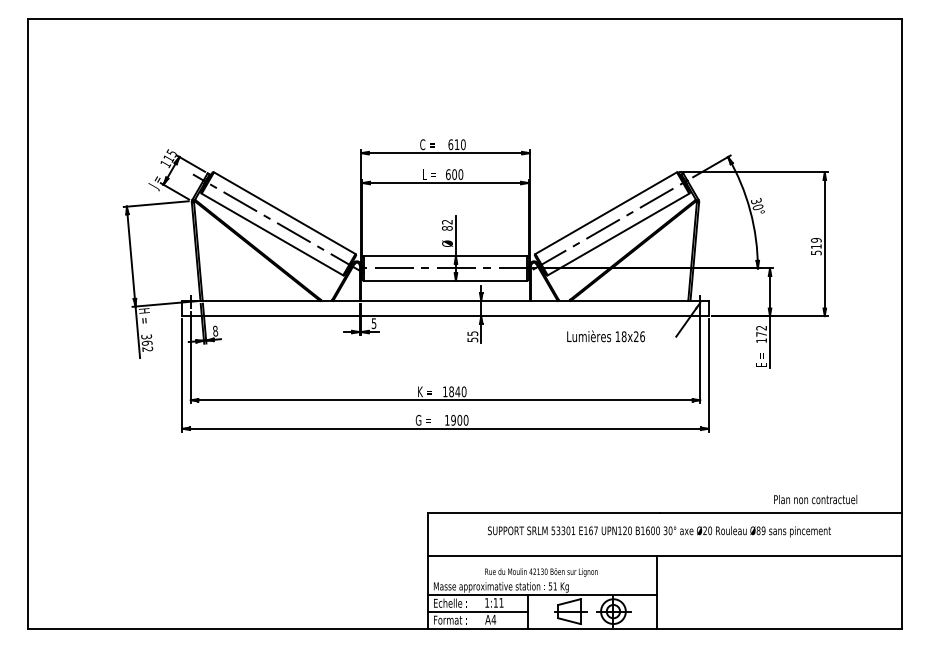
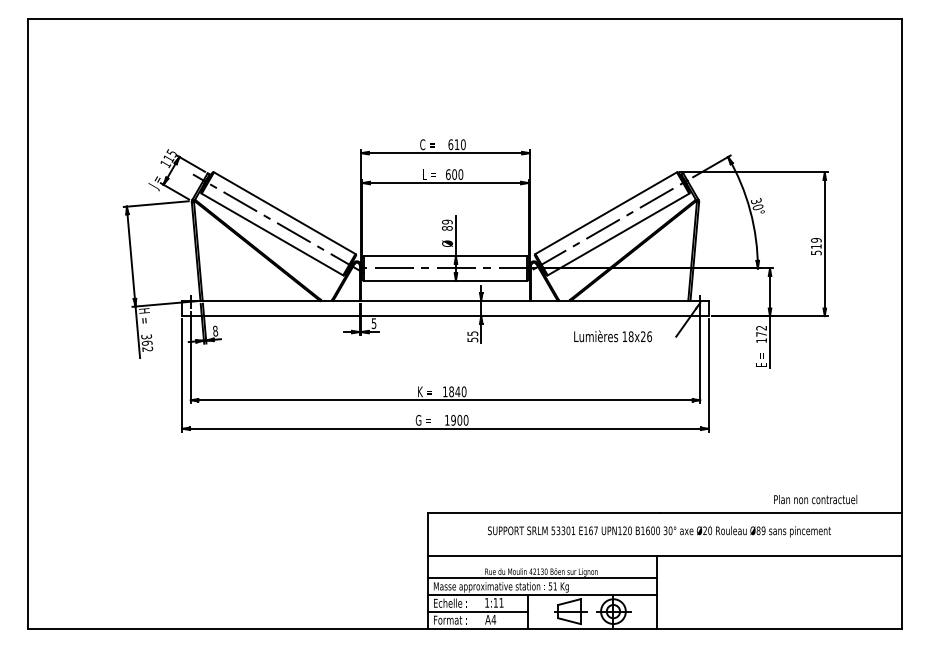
text at (447, 221): 82 -> 89
text at (605, 336) position: (605, 336) -> (612, 336)
line at (542, 578): none -> present
